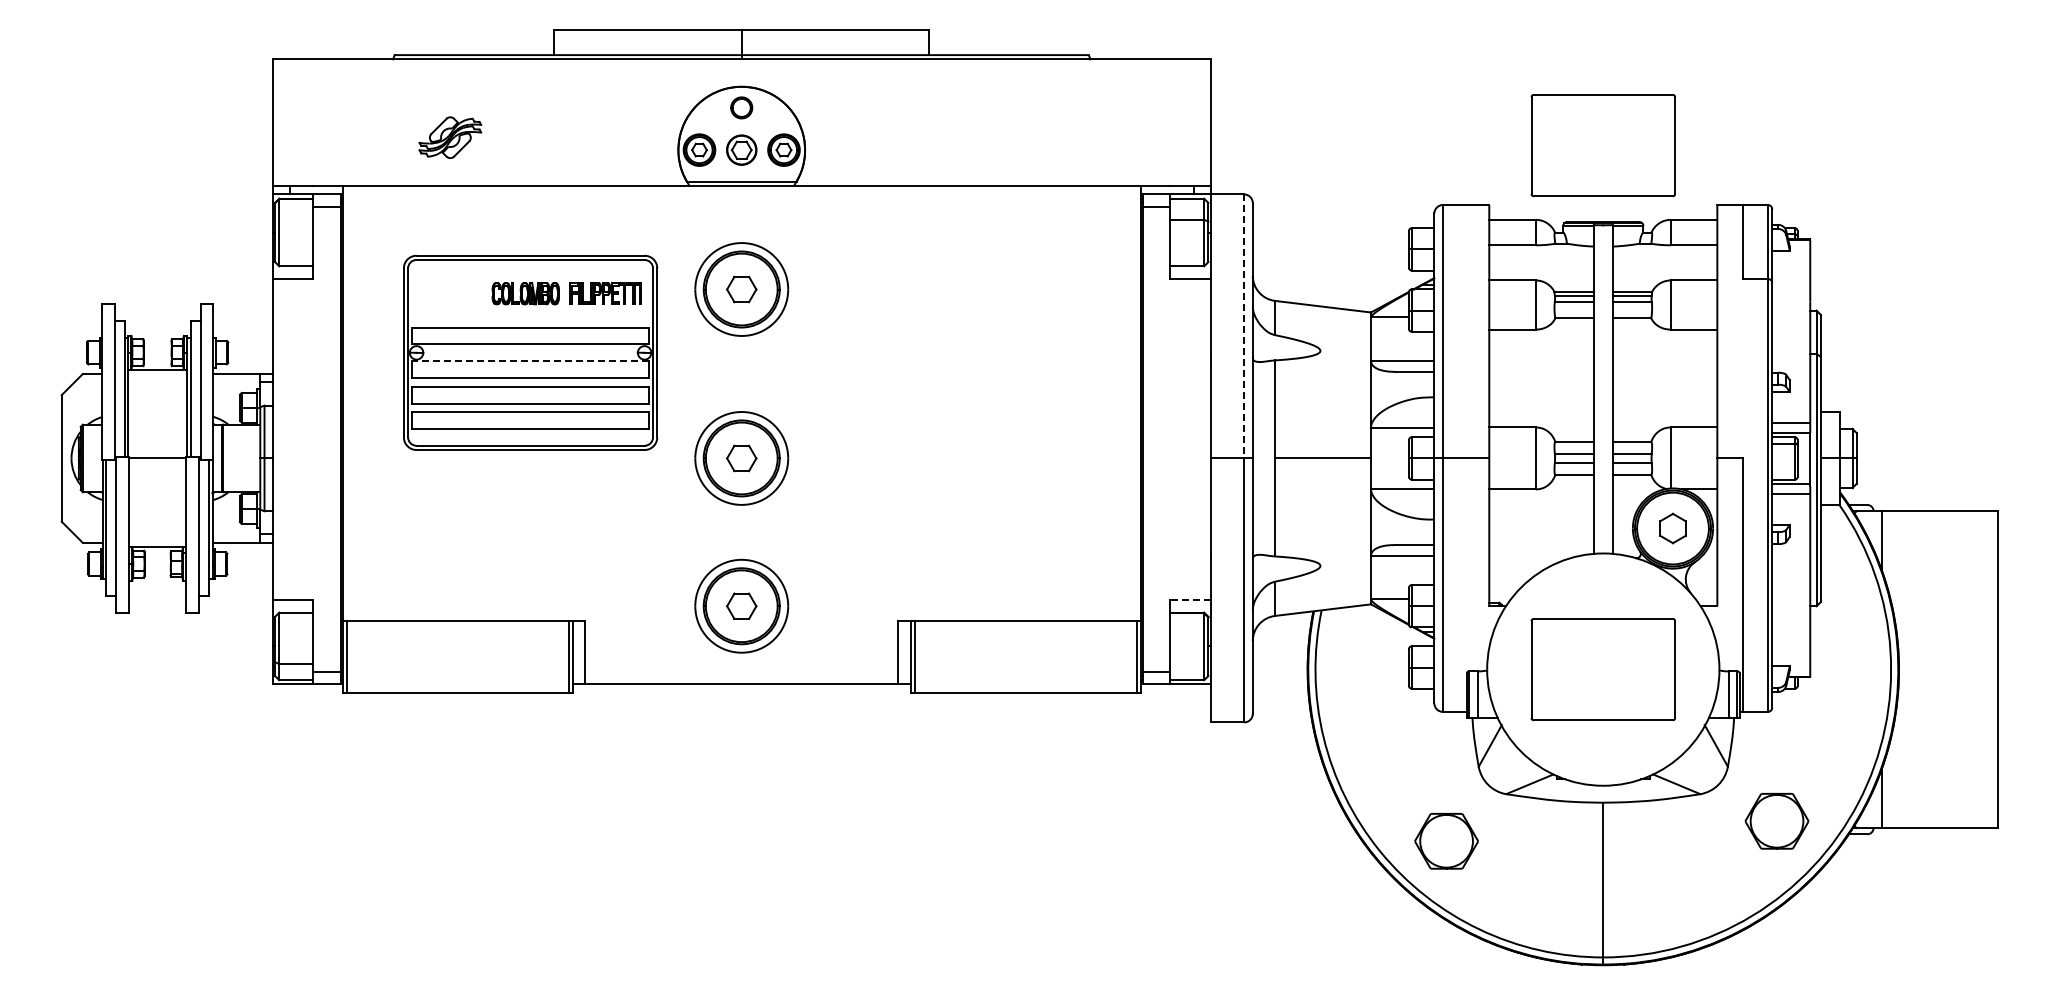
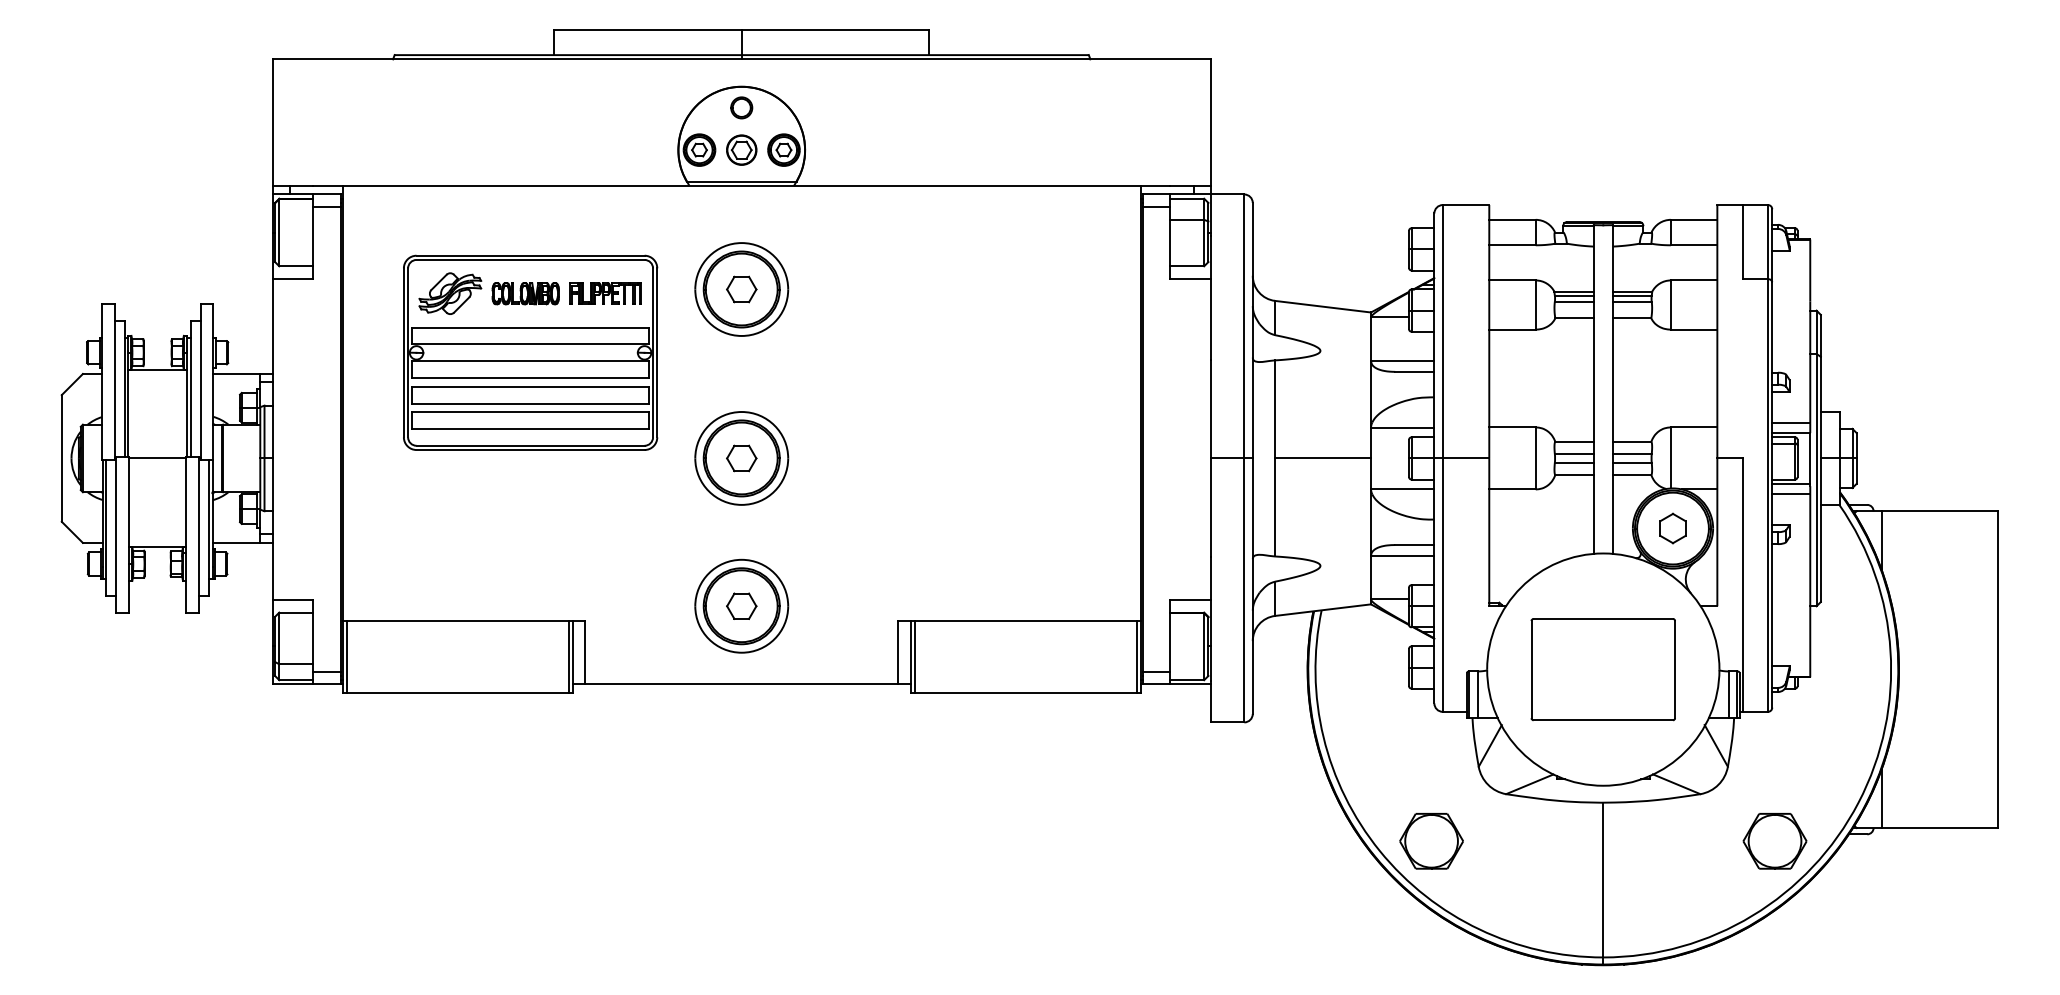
part at (450, 137) position: (450, 137) -> (450, 293)
part at (1602, 145): present -> none
line at (1244, 326): dashed -> solid
line at (530, 361): dashed -> solid
line at (1189, 599): dashed -> solid
part at (1776, 821) position: (1776, 821) -> (1774, 841)
part at (1446, 841) position: (1446, 841) -> (1431, 841)
